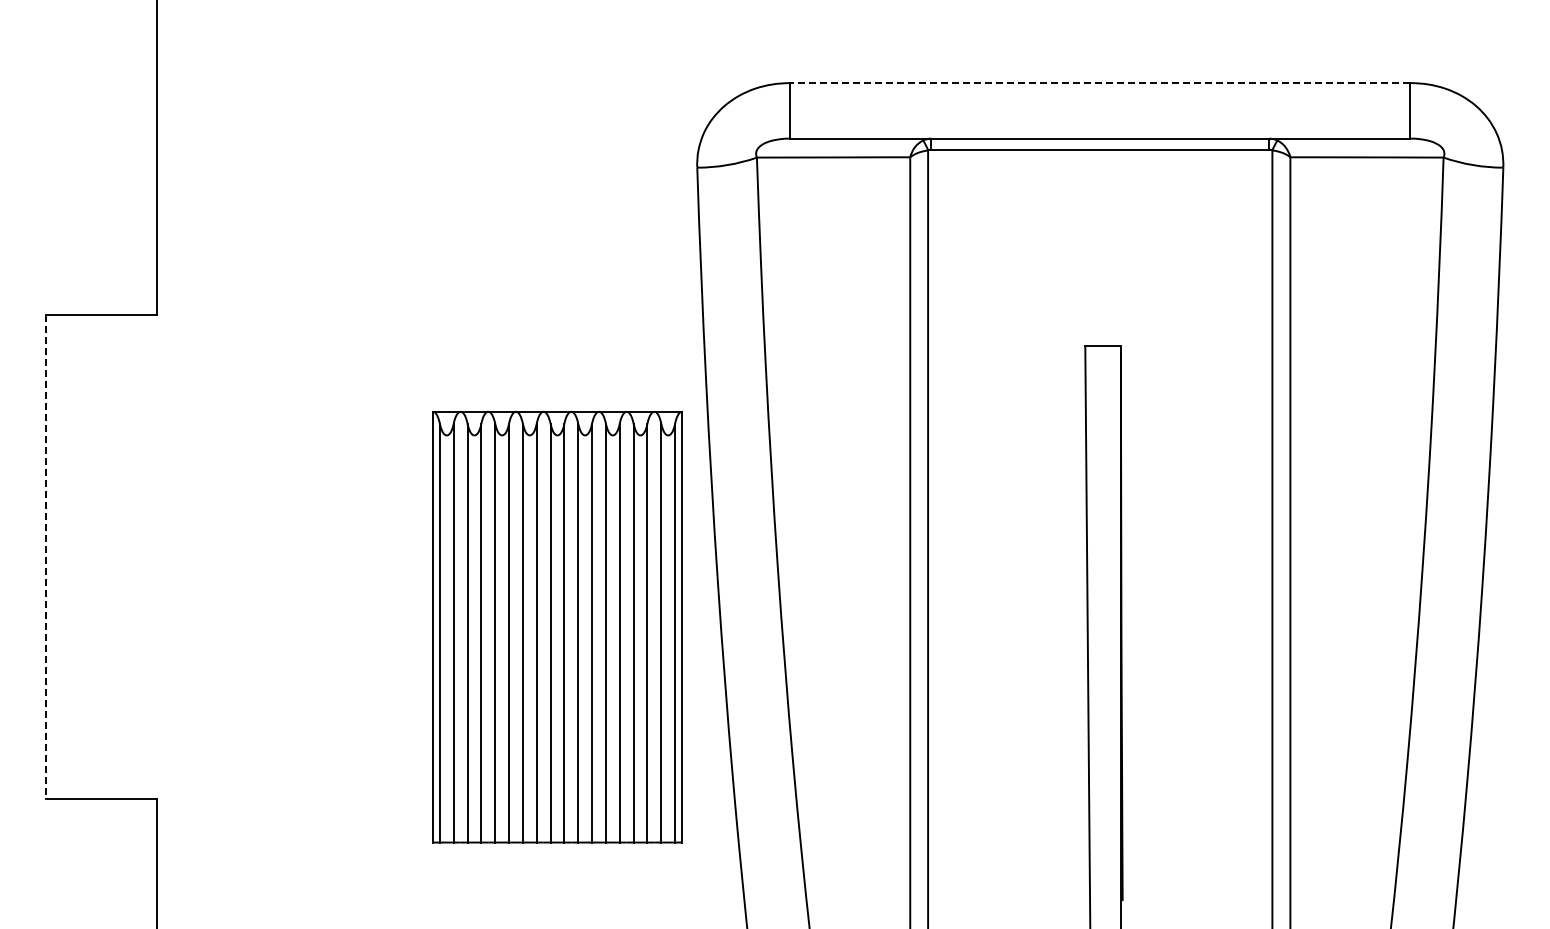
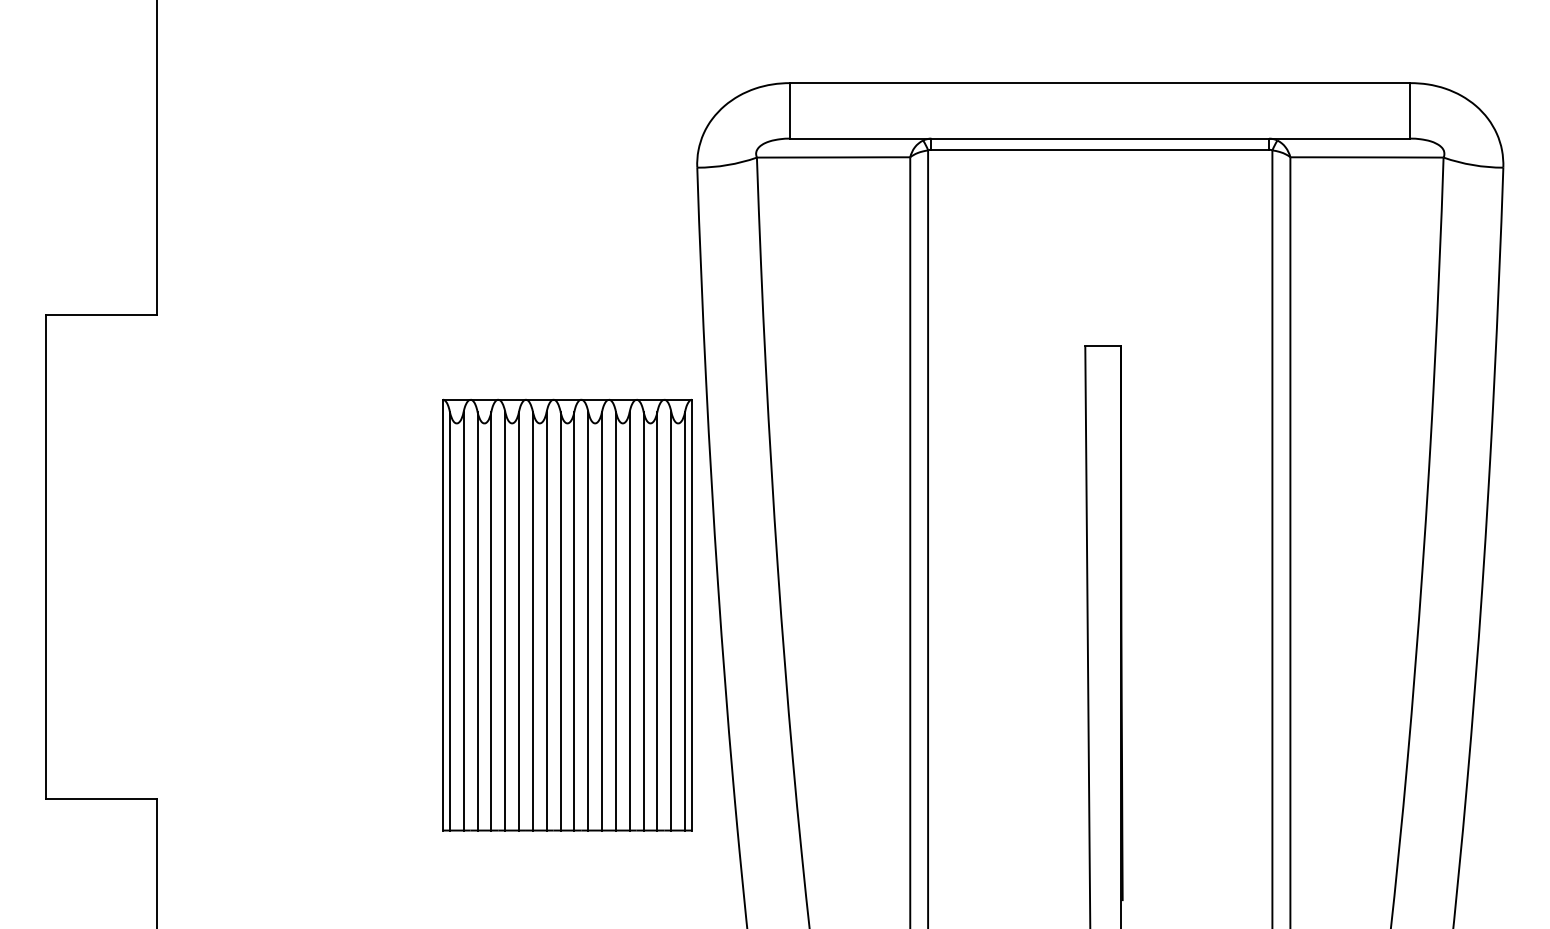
line at (1099, 83): dashed -> solid
line at (46, 557): dashed -> solid
part at (557, 626) position: (557, 626) -> (567, 614)
